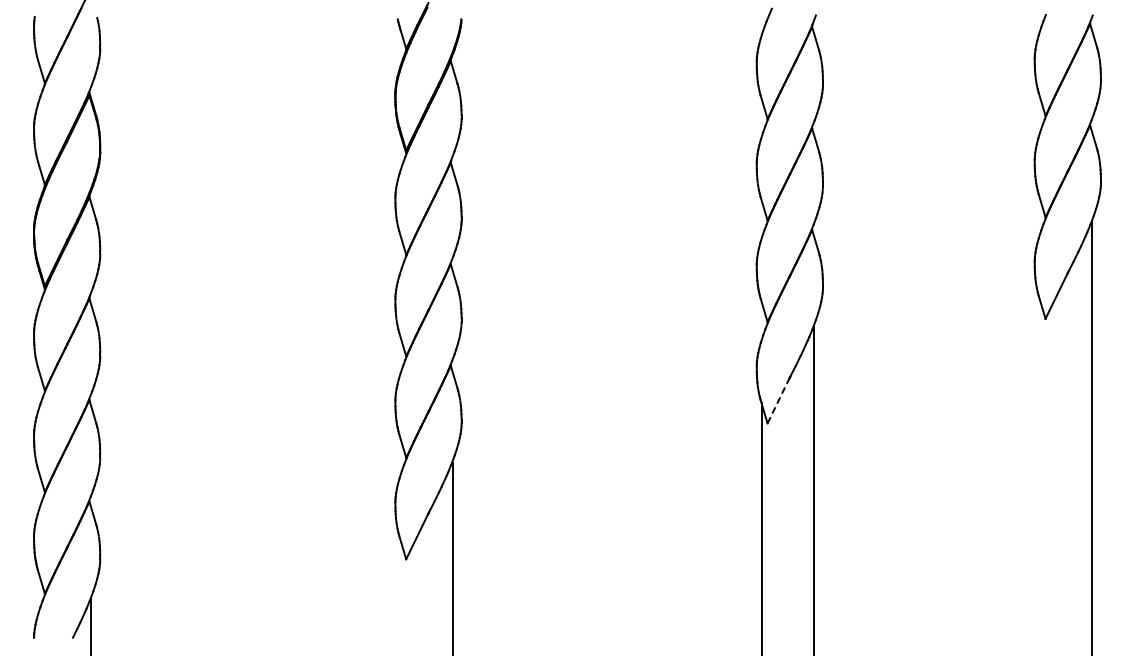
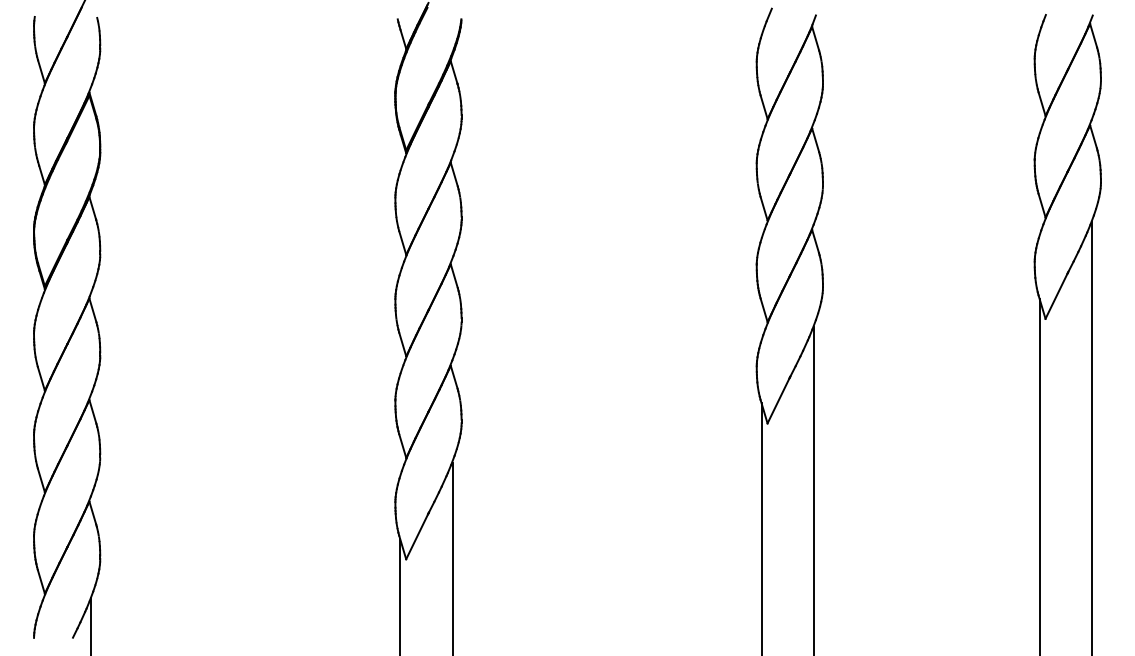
line at (778, 400): dashed -> solid
line at (1039, 475): none -> present
line at (400, 595): none -> present
